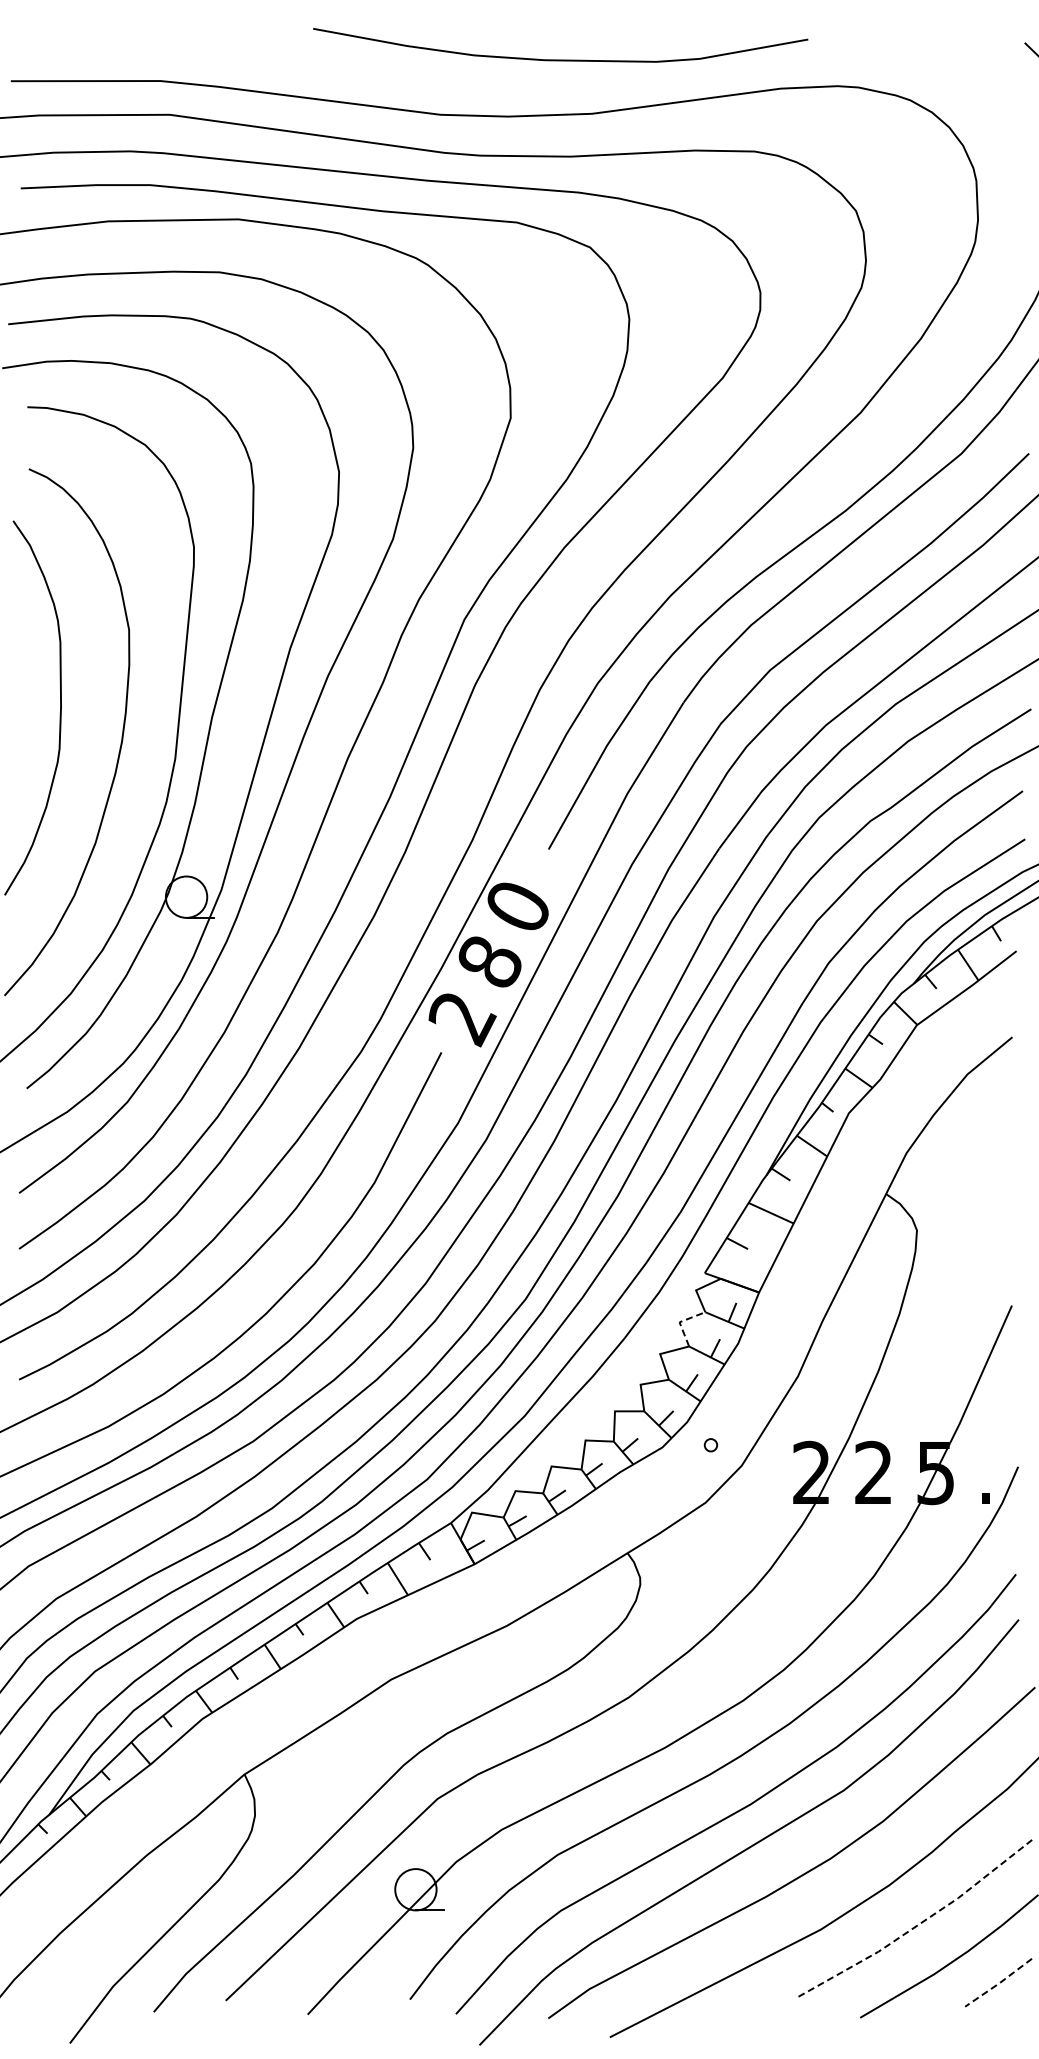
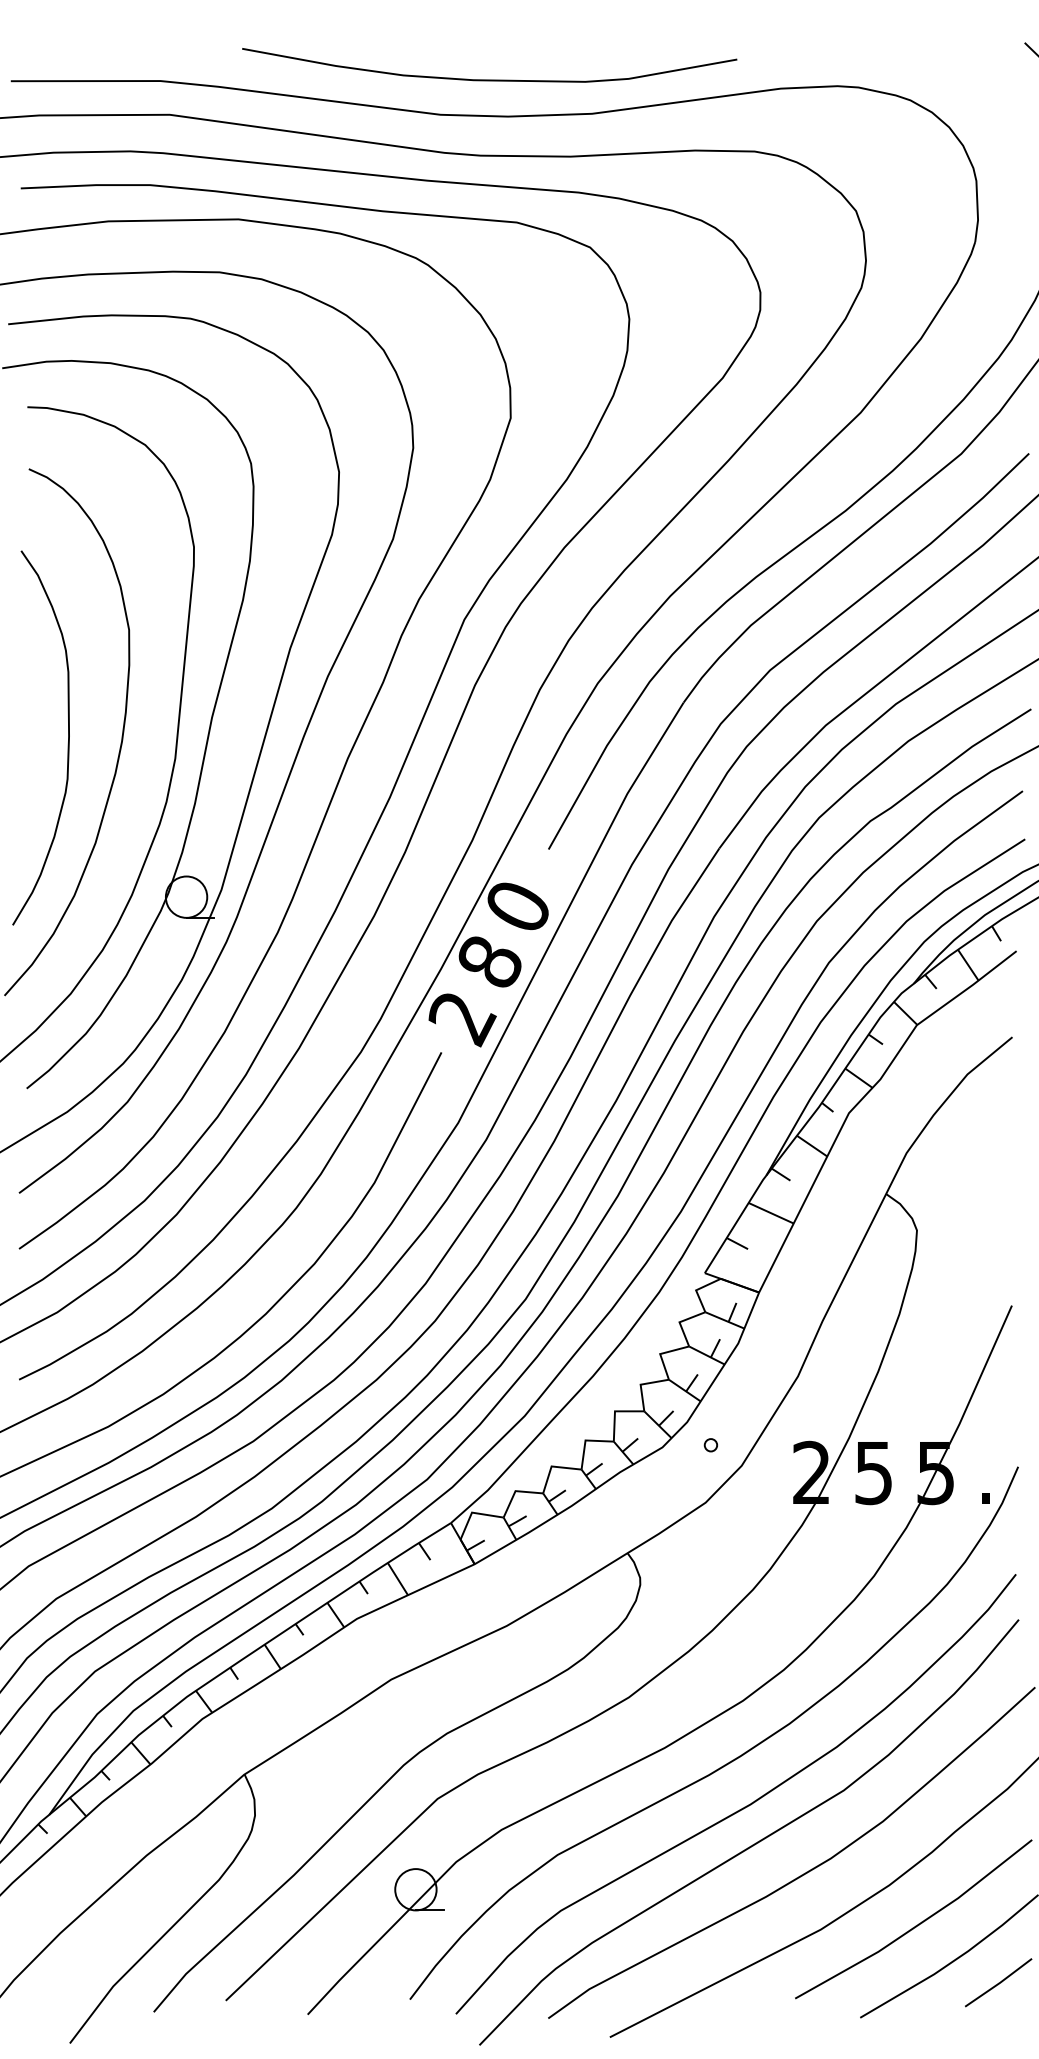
curve at (560, 59) position: (560, 59) -> (489, 79)
curve at (59, 713) position: (59, 713) -> (67, 743)
line at (680, 1321): dashed -> solid
text at (873, 1472): 2 -> 5
line at (917, 1925): dashed -> solid
line at (999, 1983): dashed -> solid
